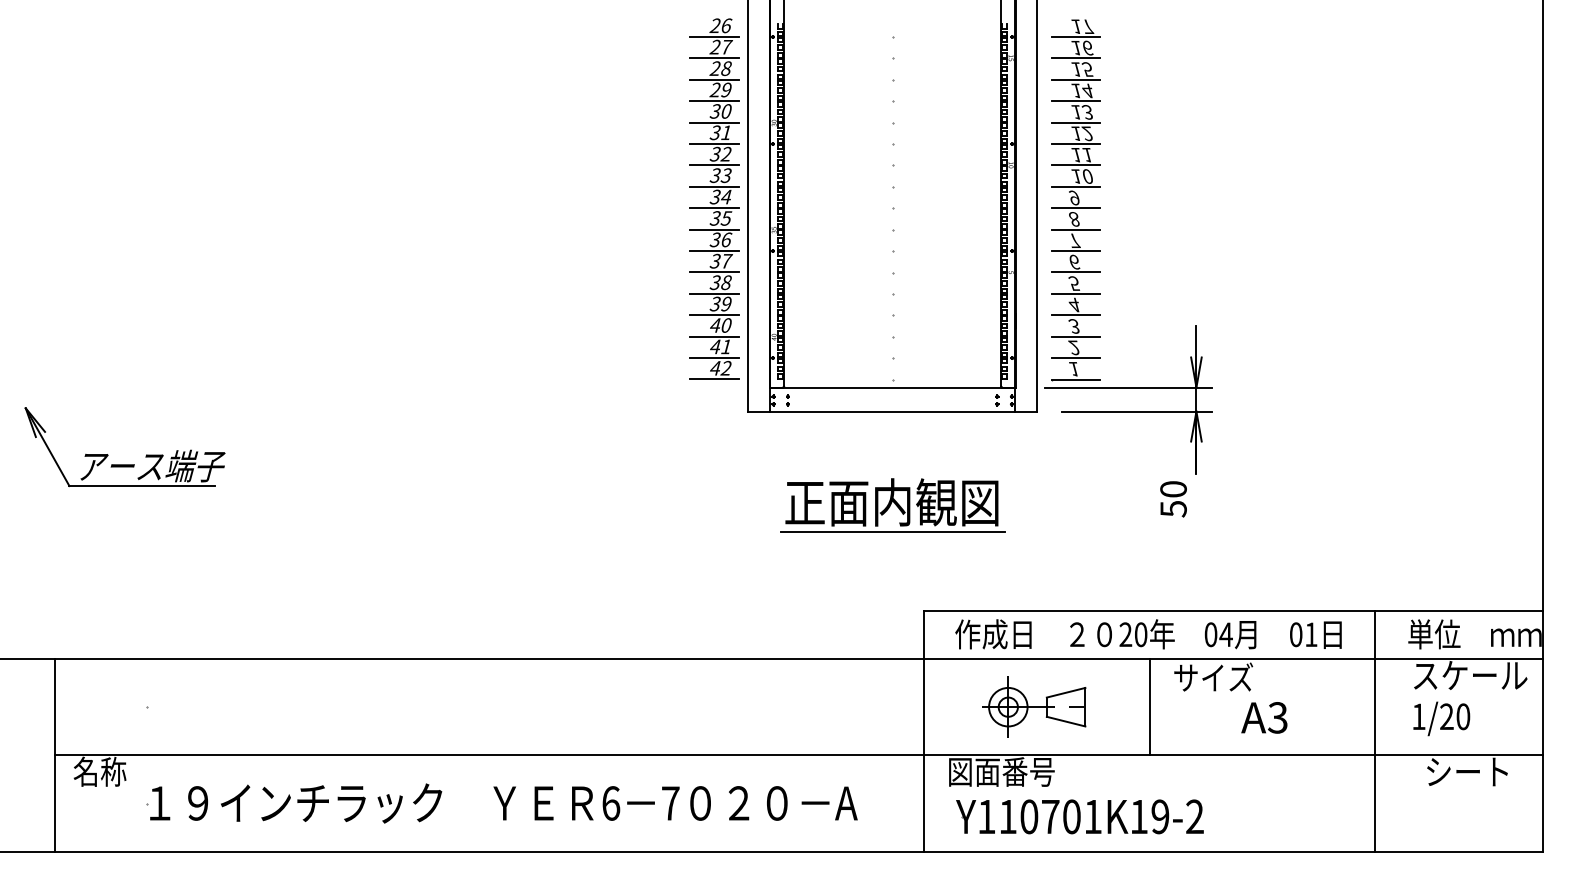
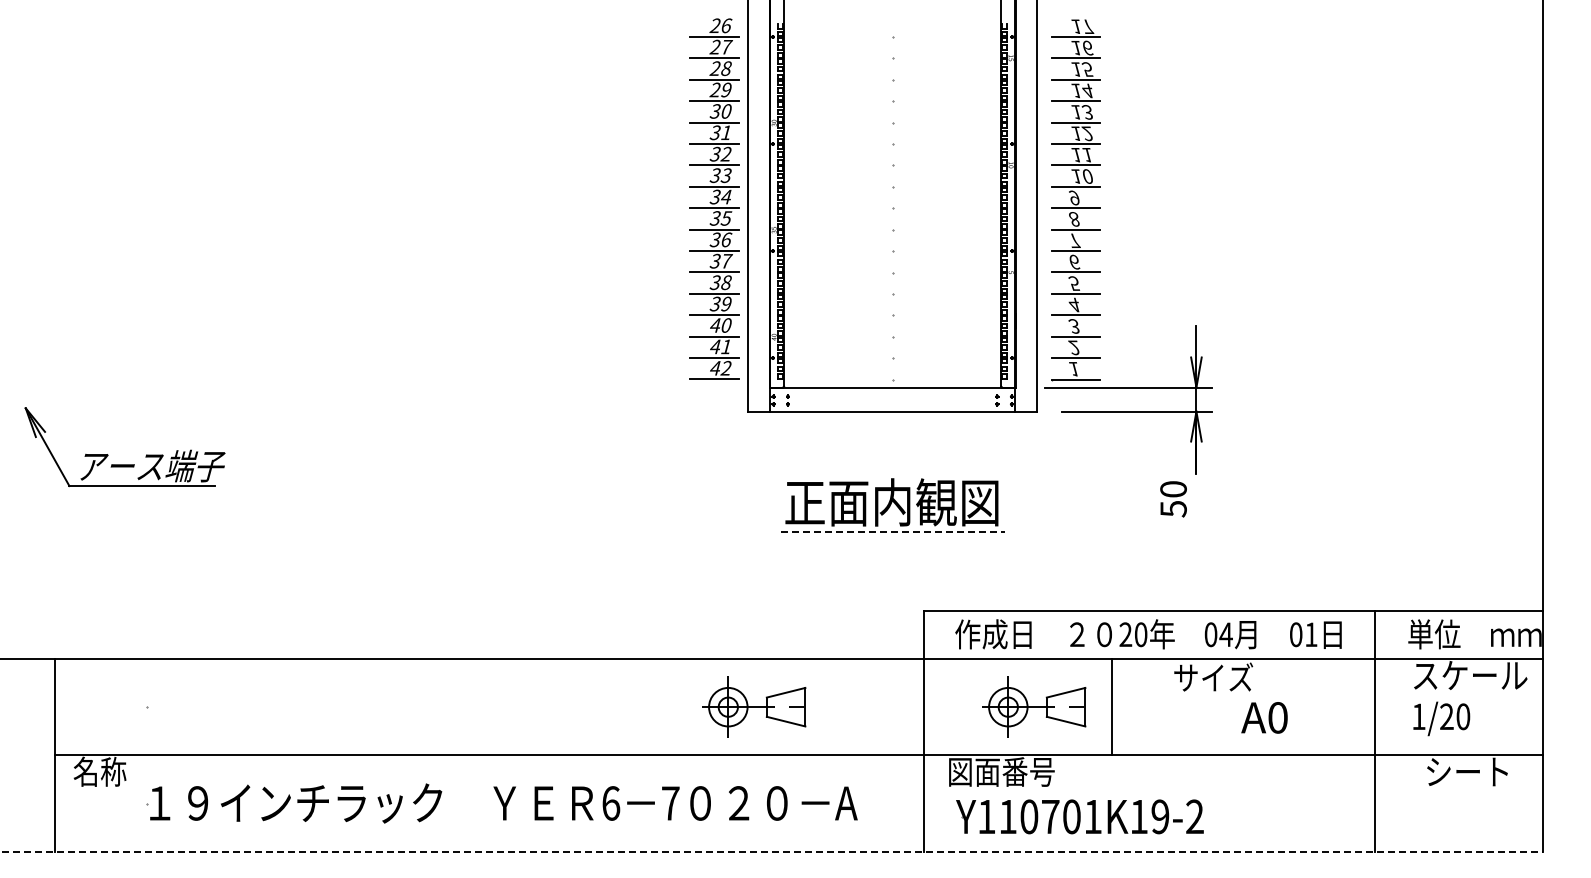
line at (893, 532): solid -> dashed
part at (754, 706): none -> present
line at (1149, 707) position: (1149, 707) -> (1111, 707)
text at (1277, 717): A3 -> A0
line at (772, 851): solid -> dashed
